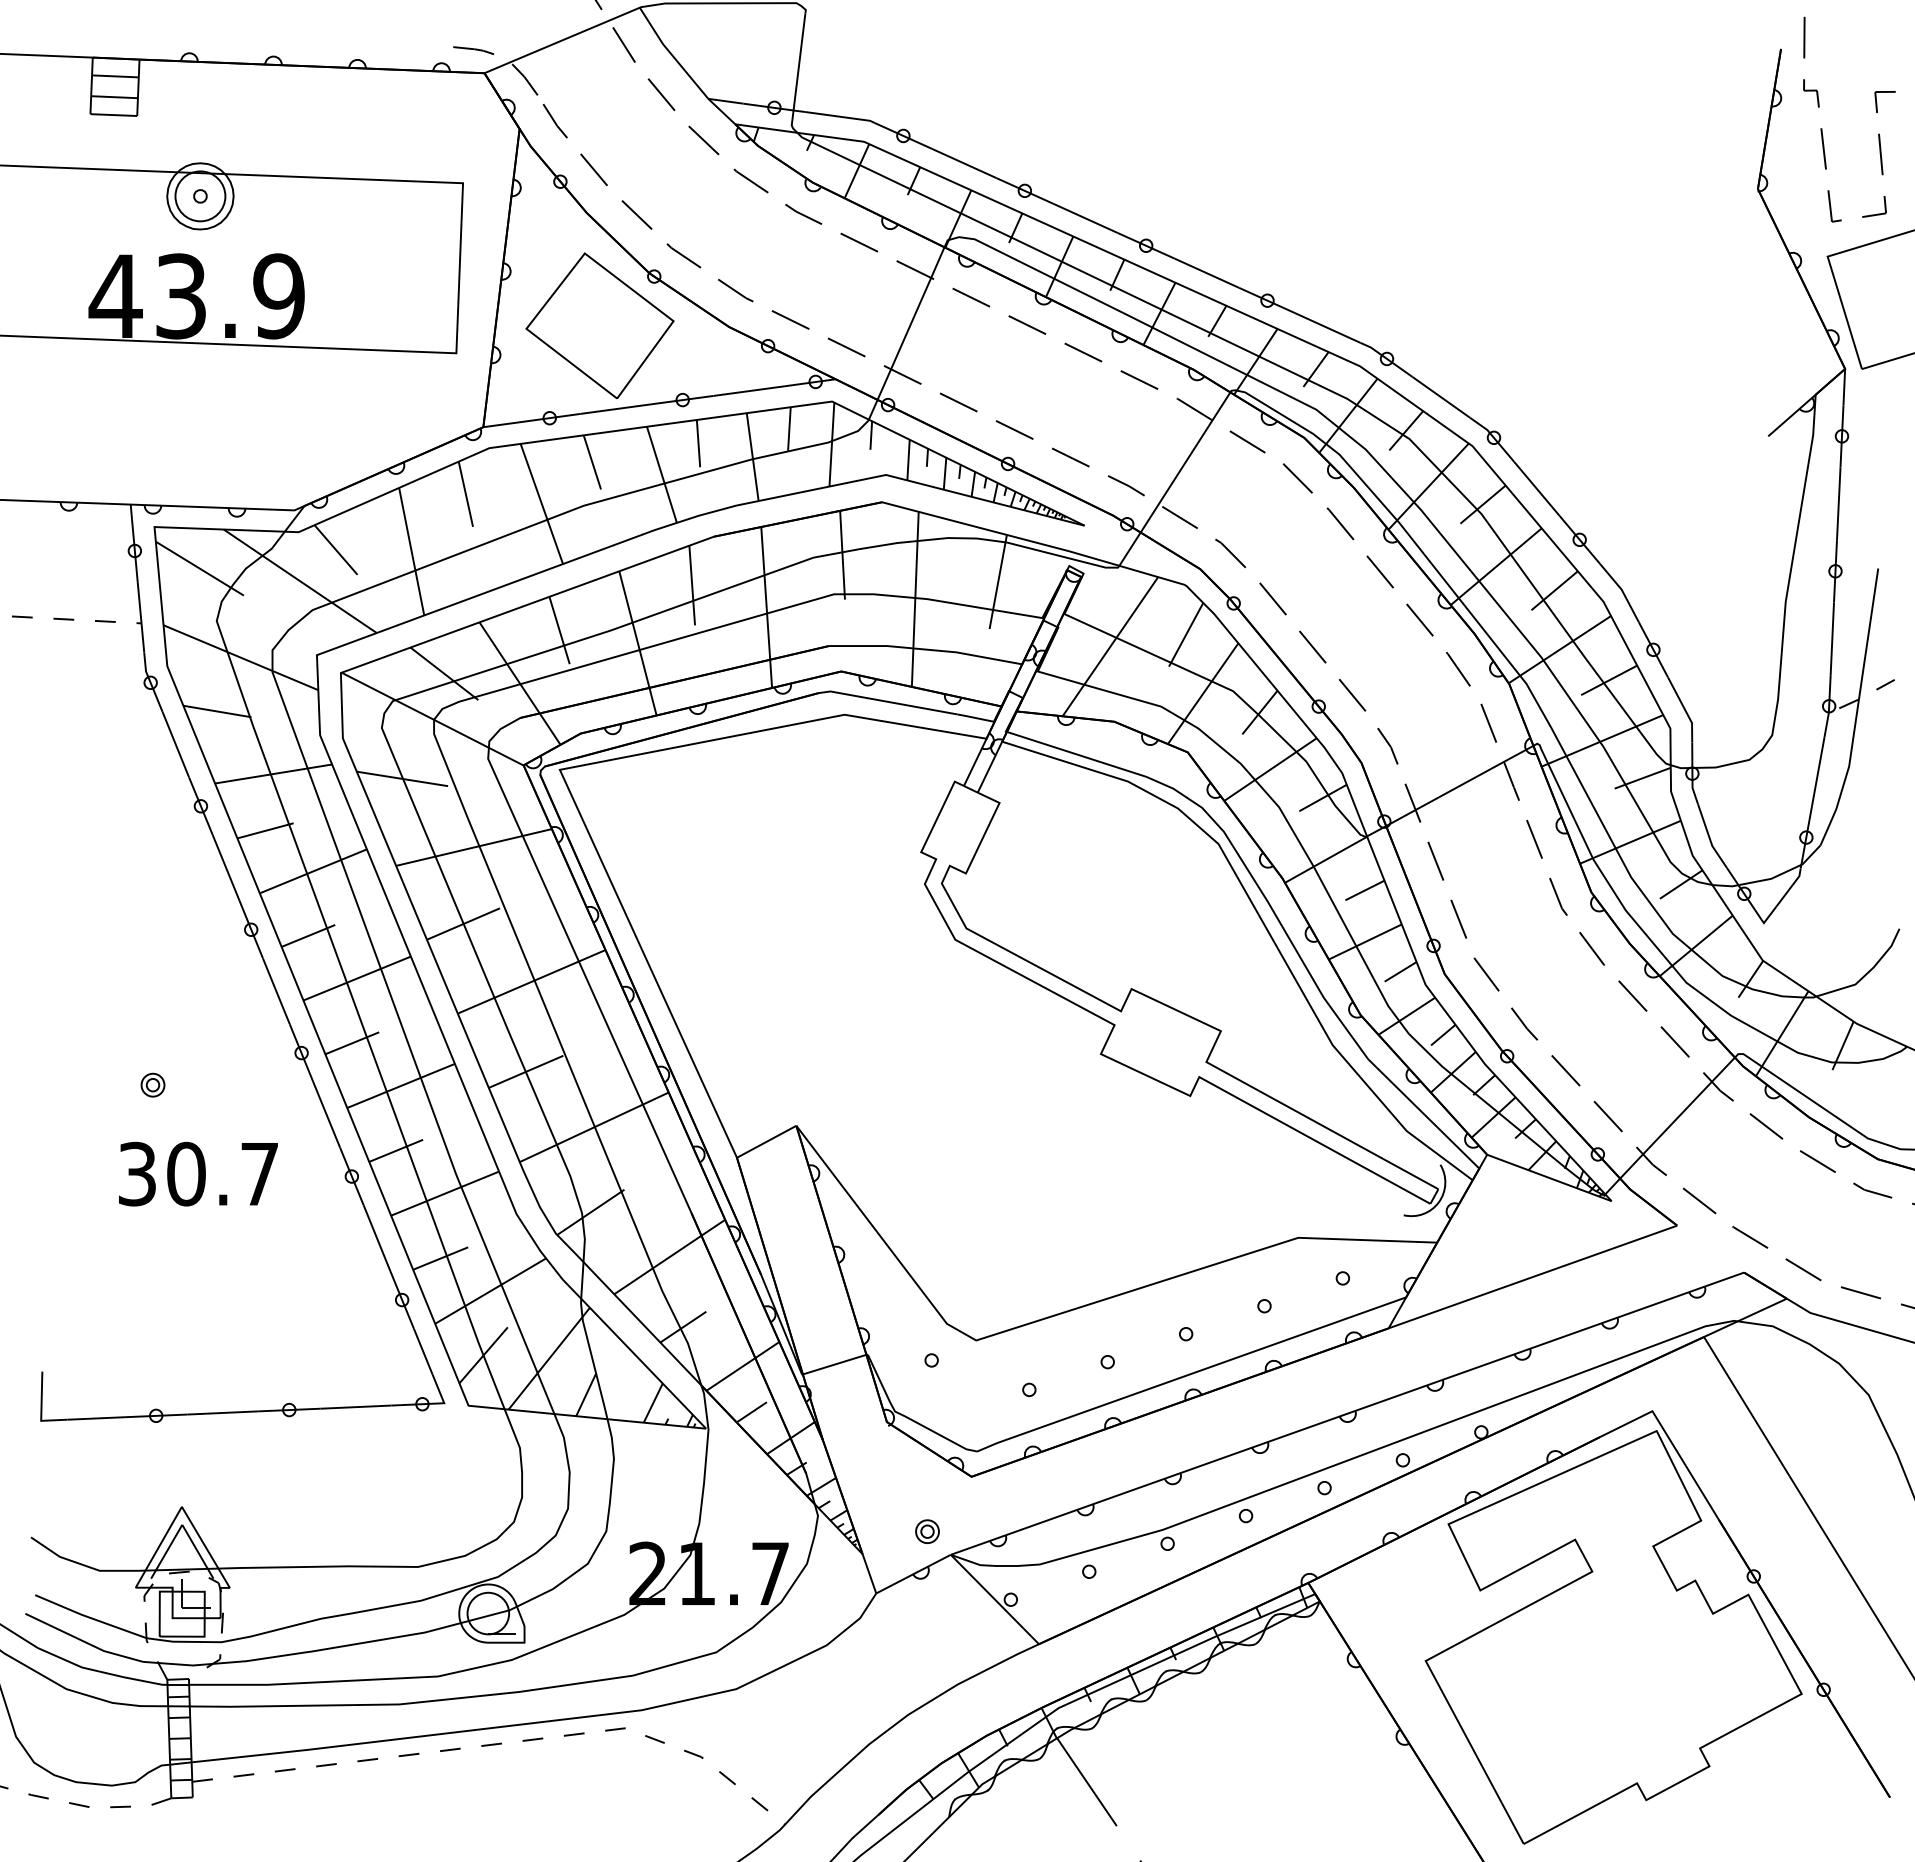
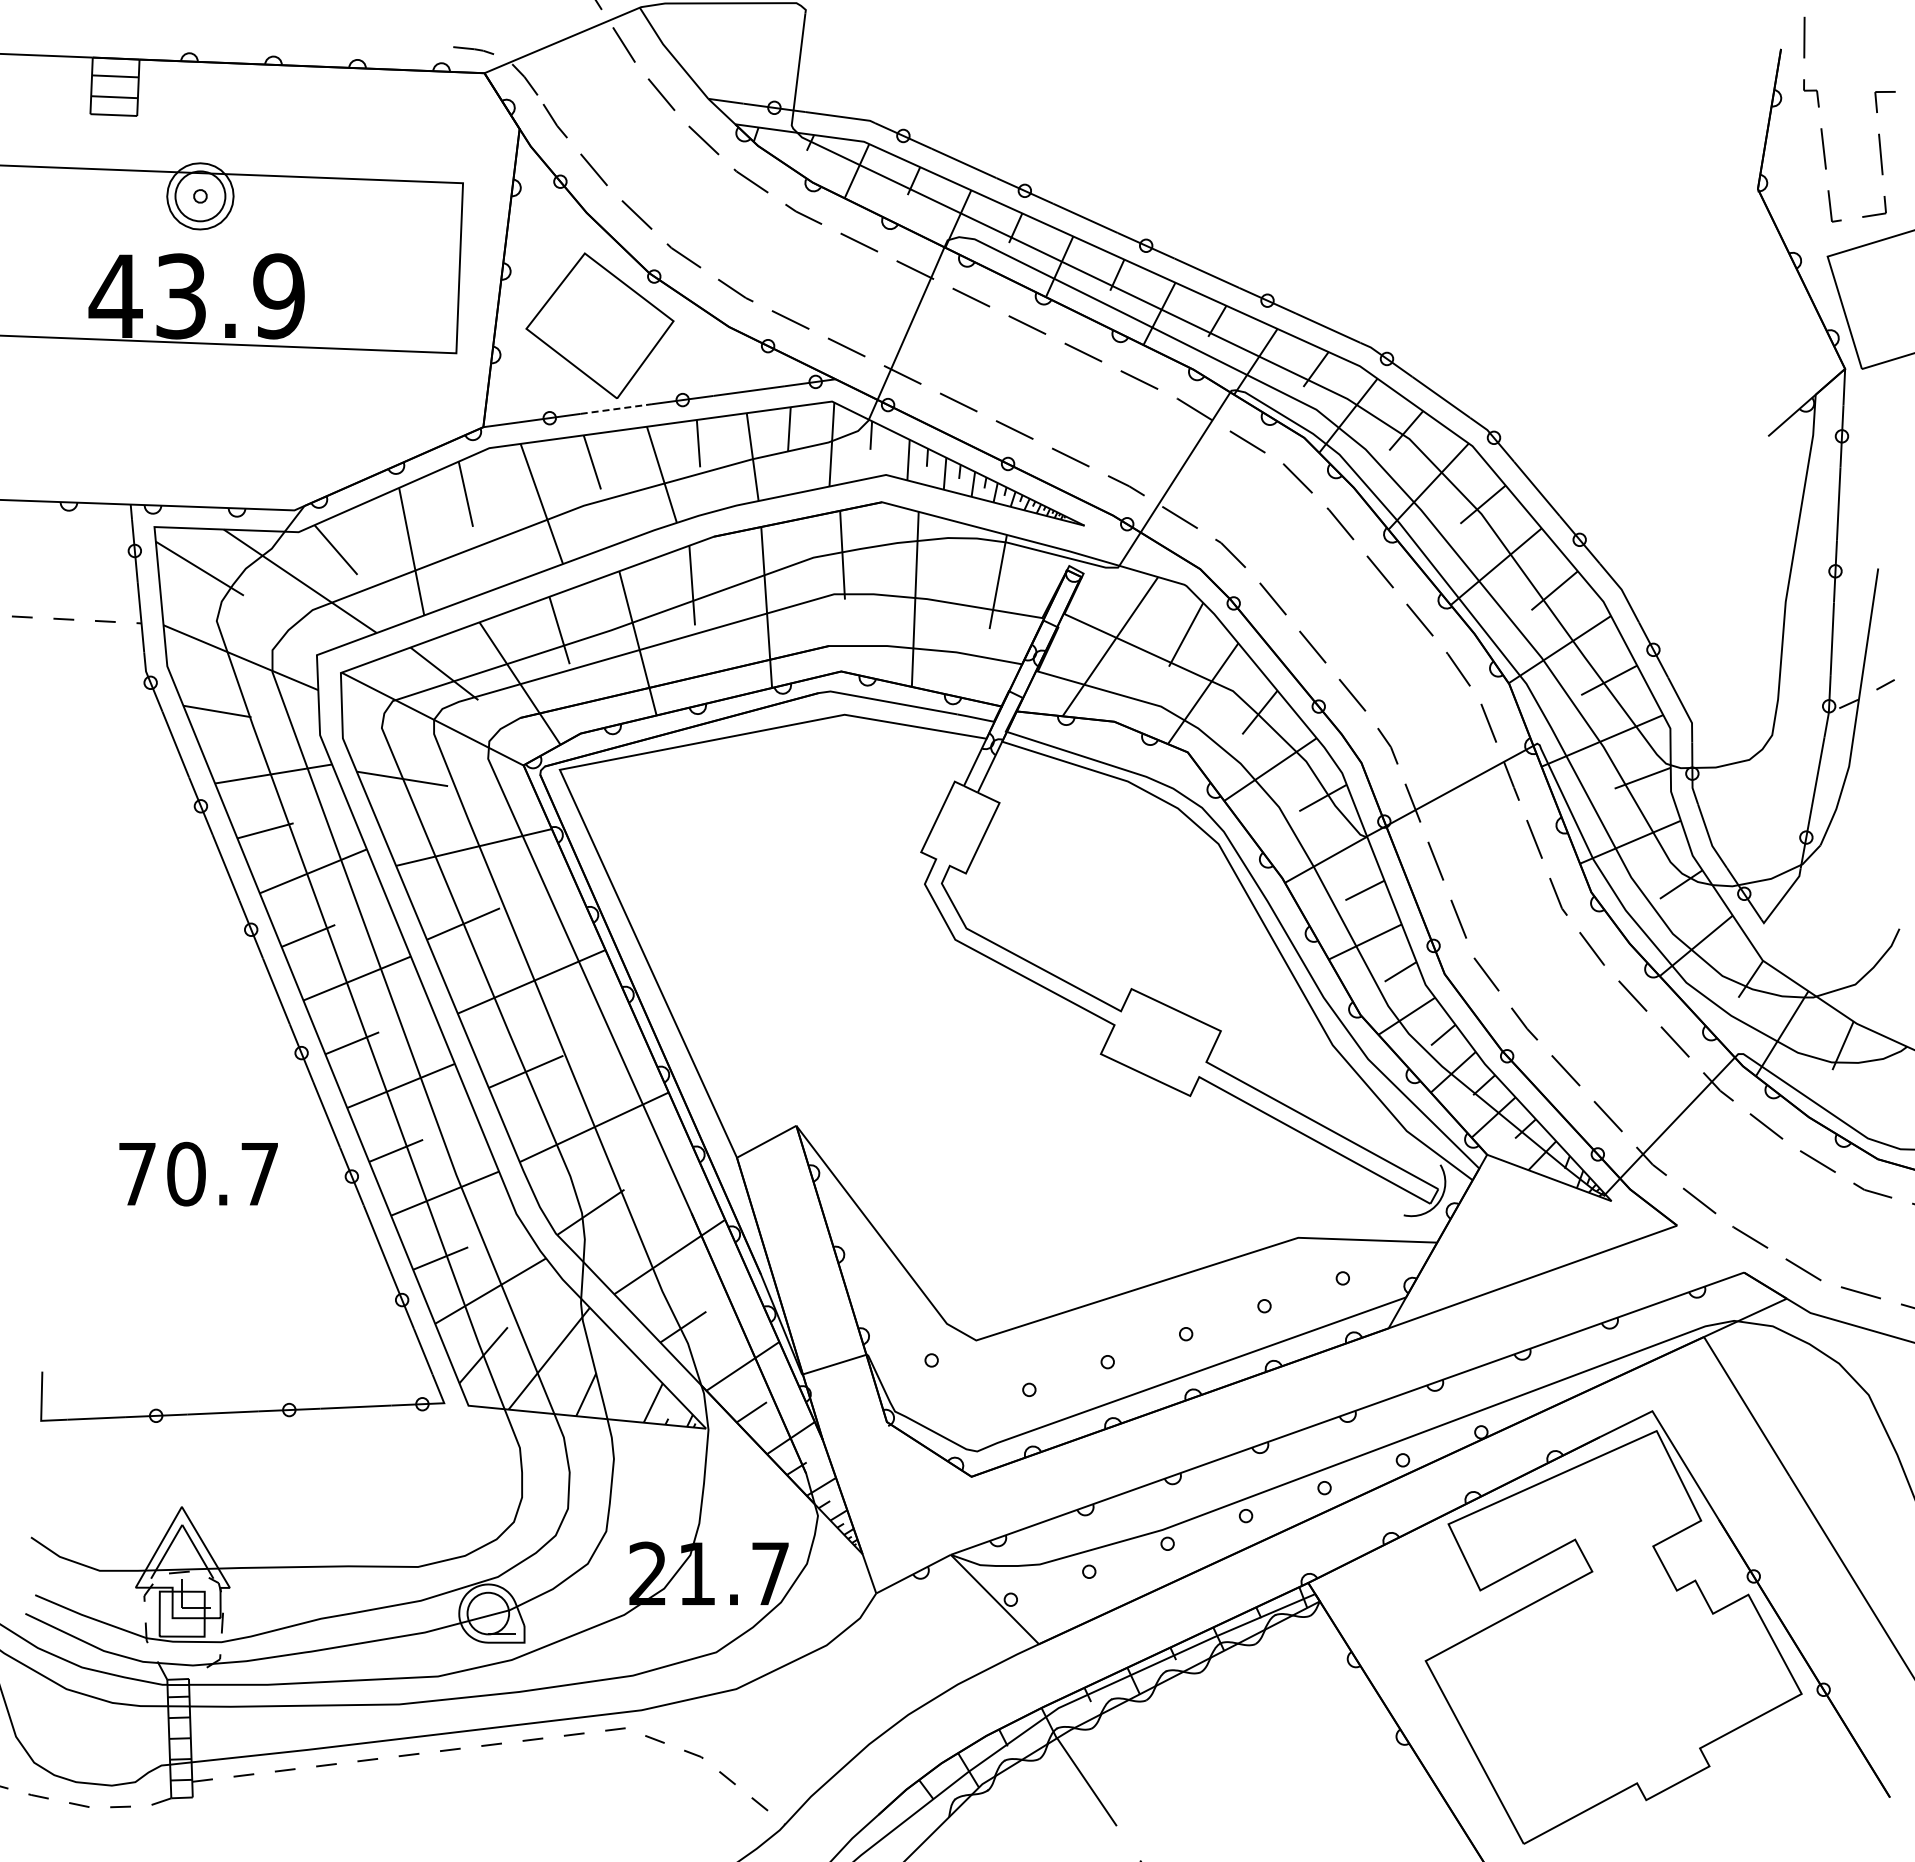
line at (616, 409): solid -> dashed
part at (152, 1084): present -> none
text at (137, 1173): 30.7 -> 70.7
part at (927, 1531): present -> none
